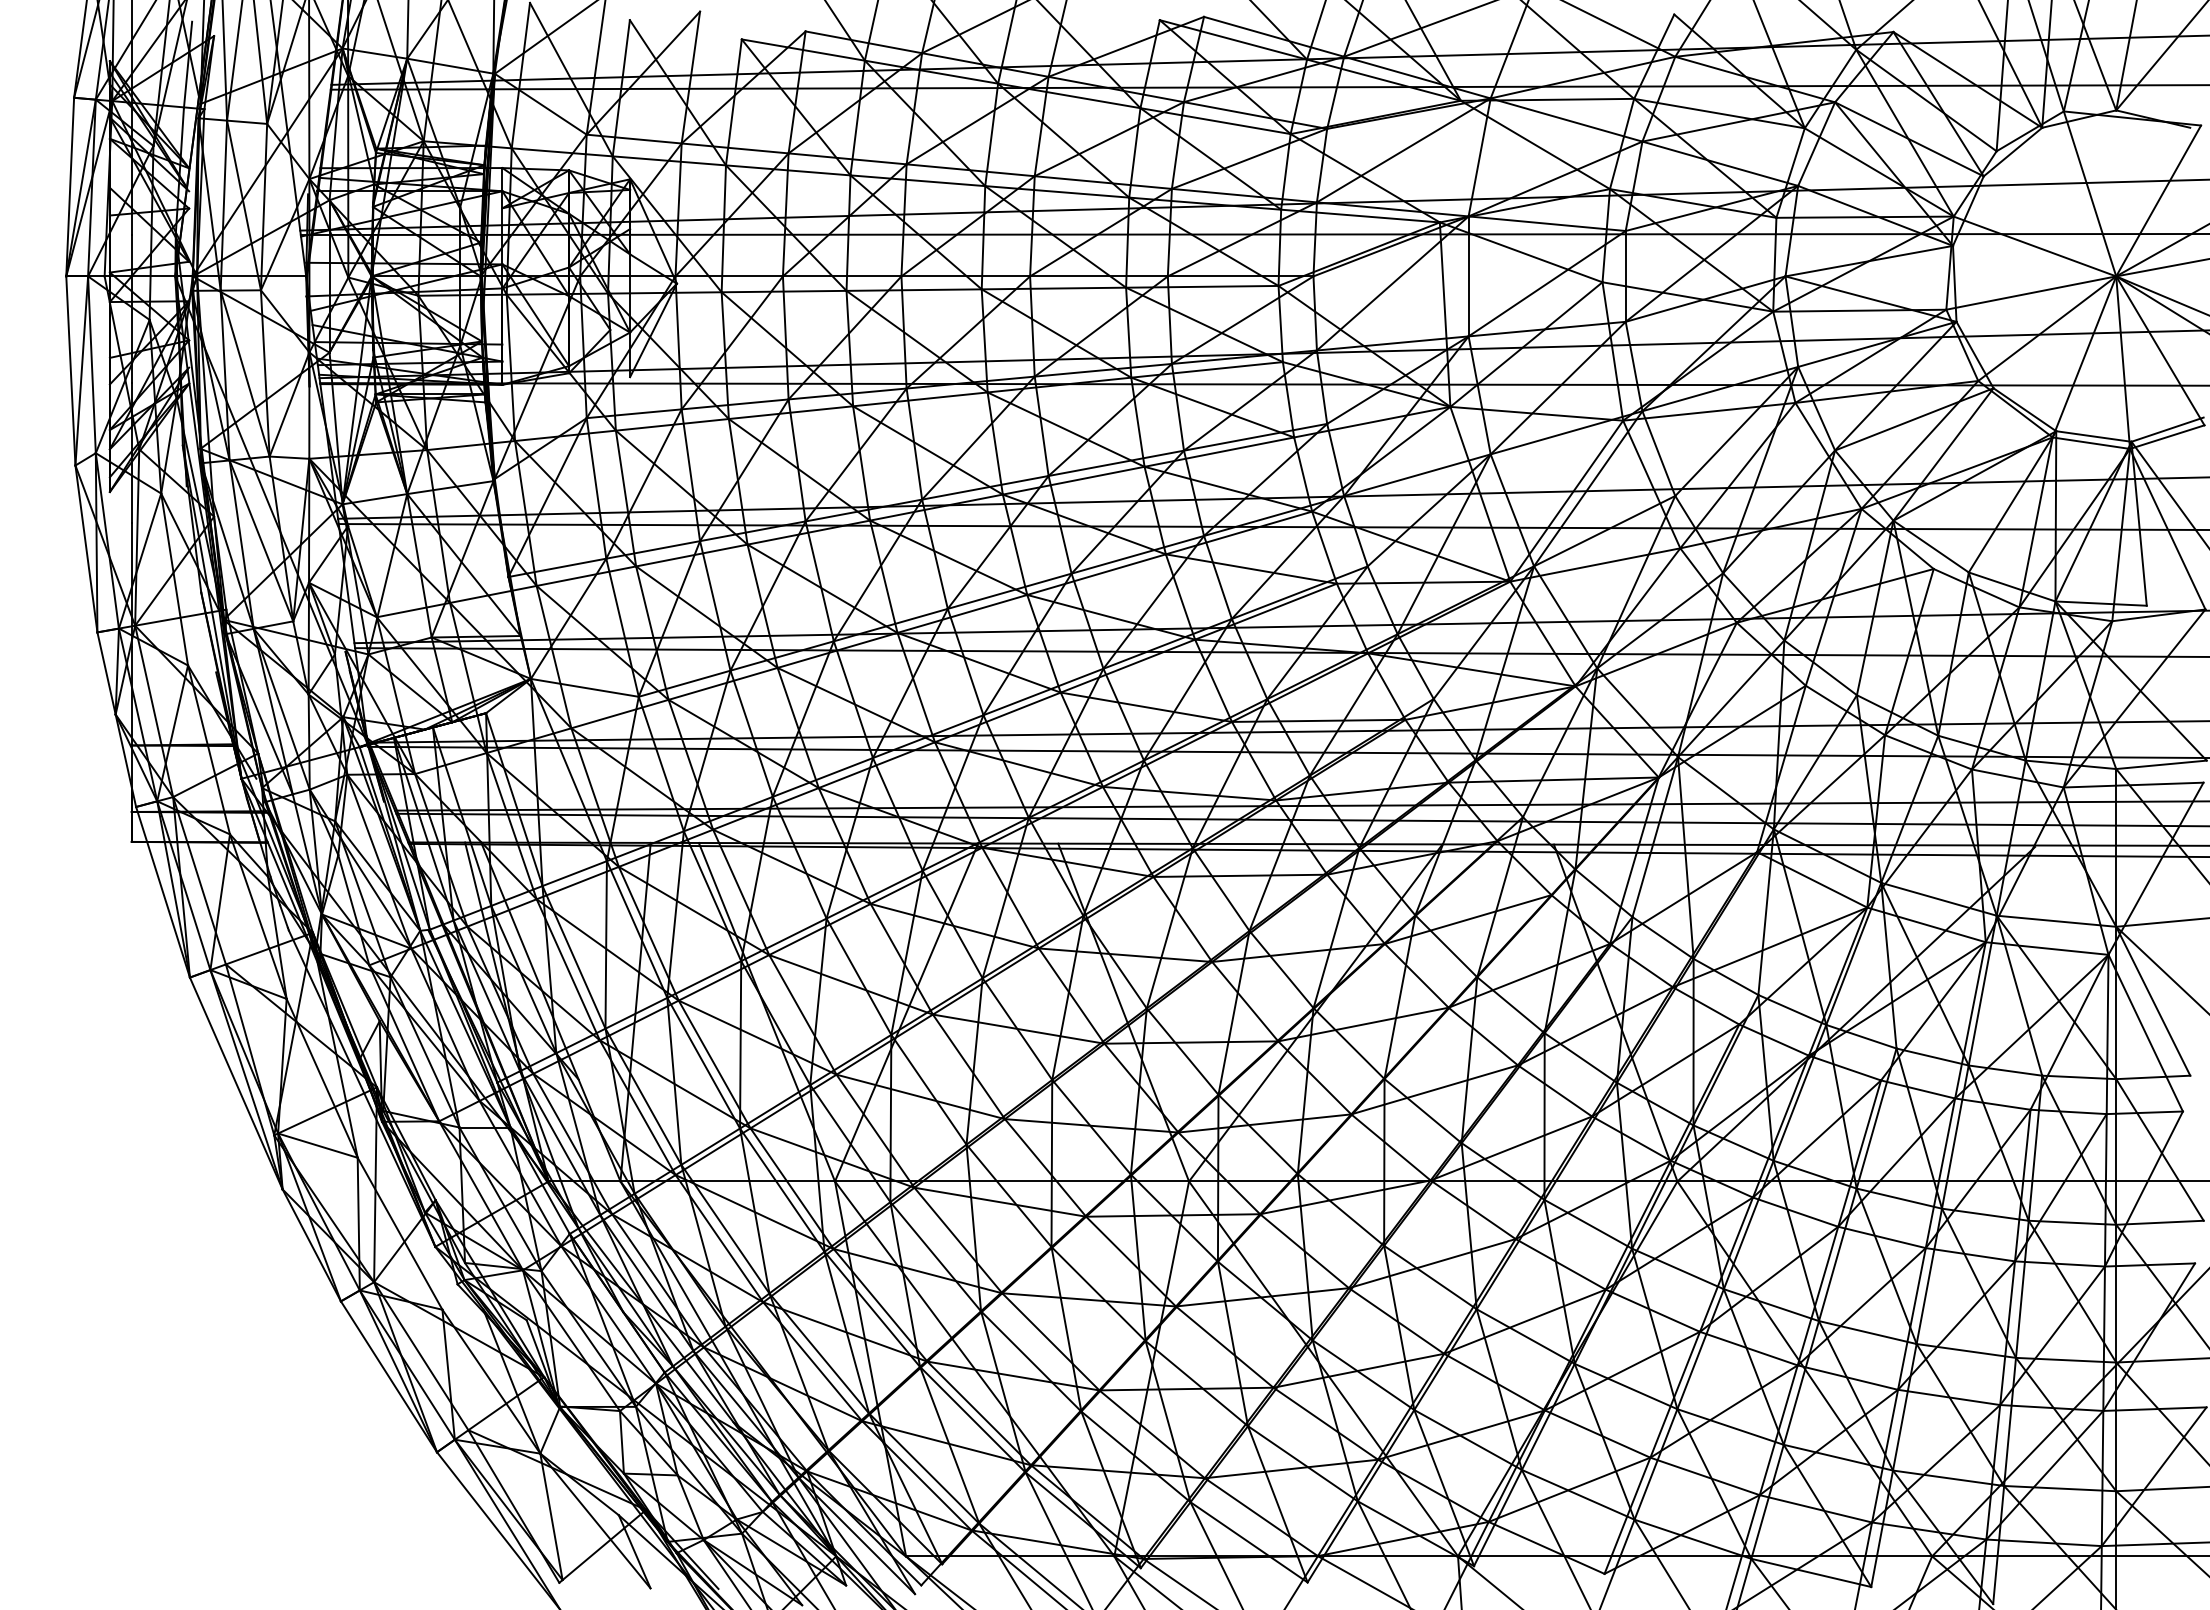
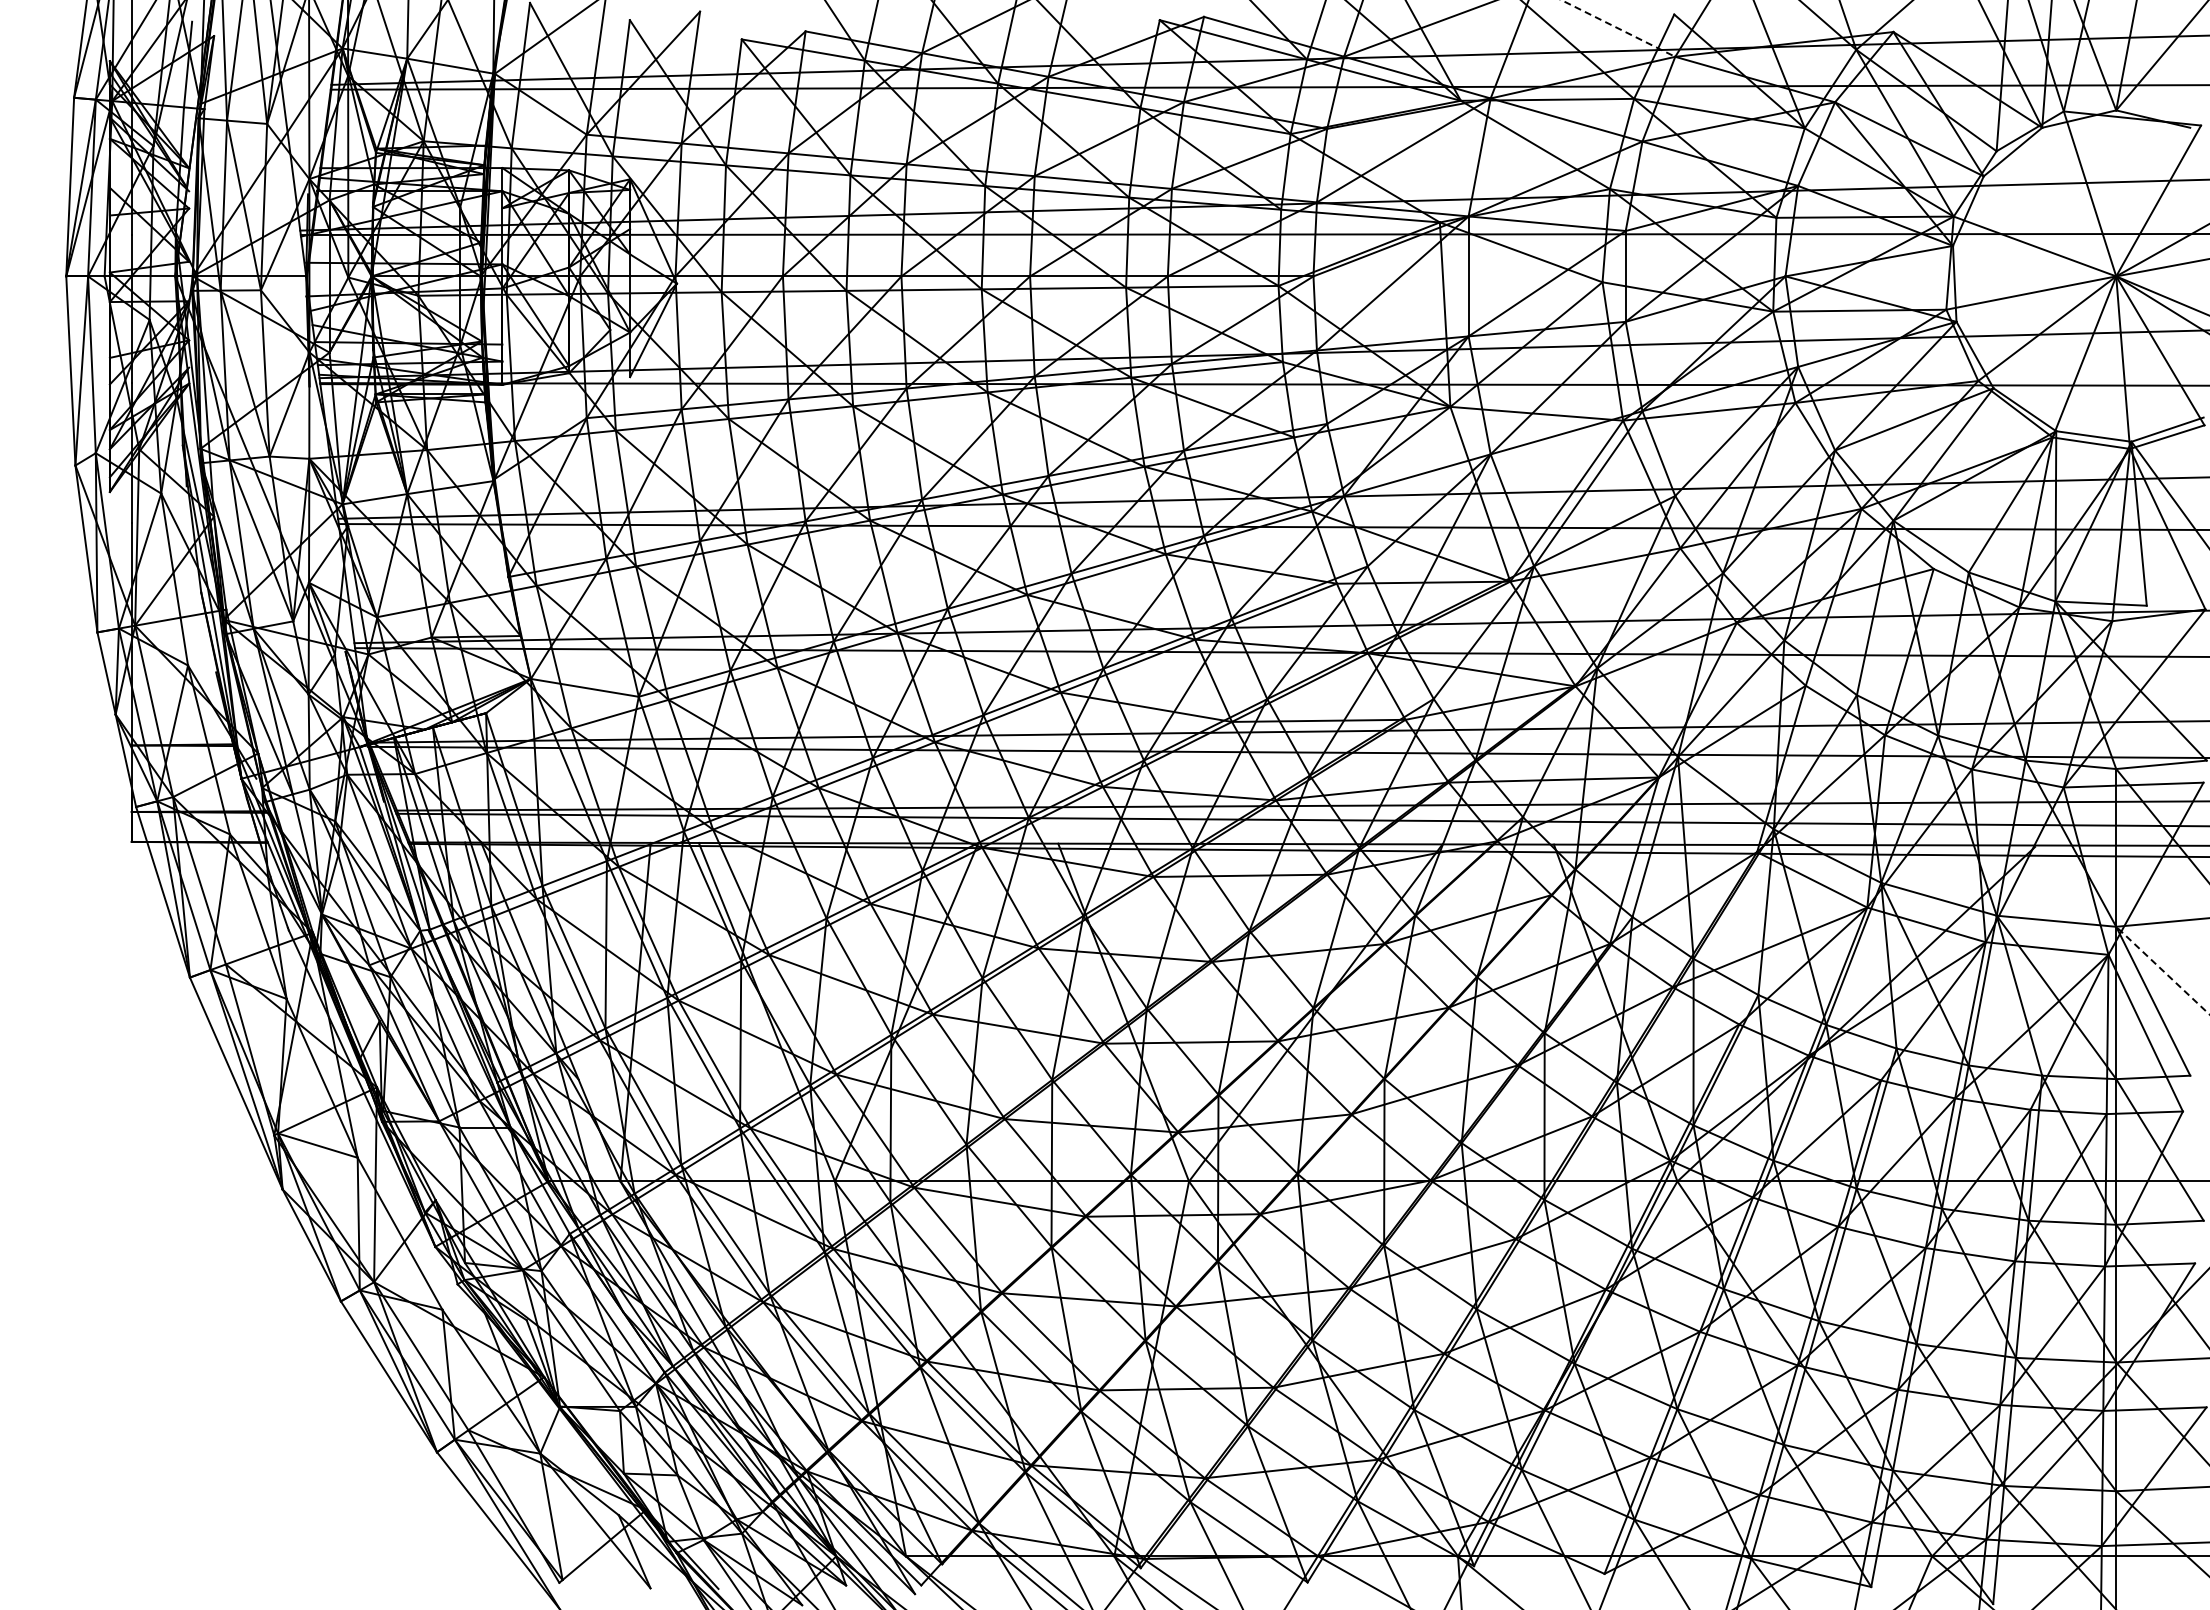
line at (1618, 28): solid -> dashed
line at (2162, 970): solid -> dashed
